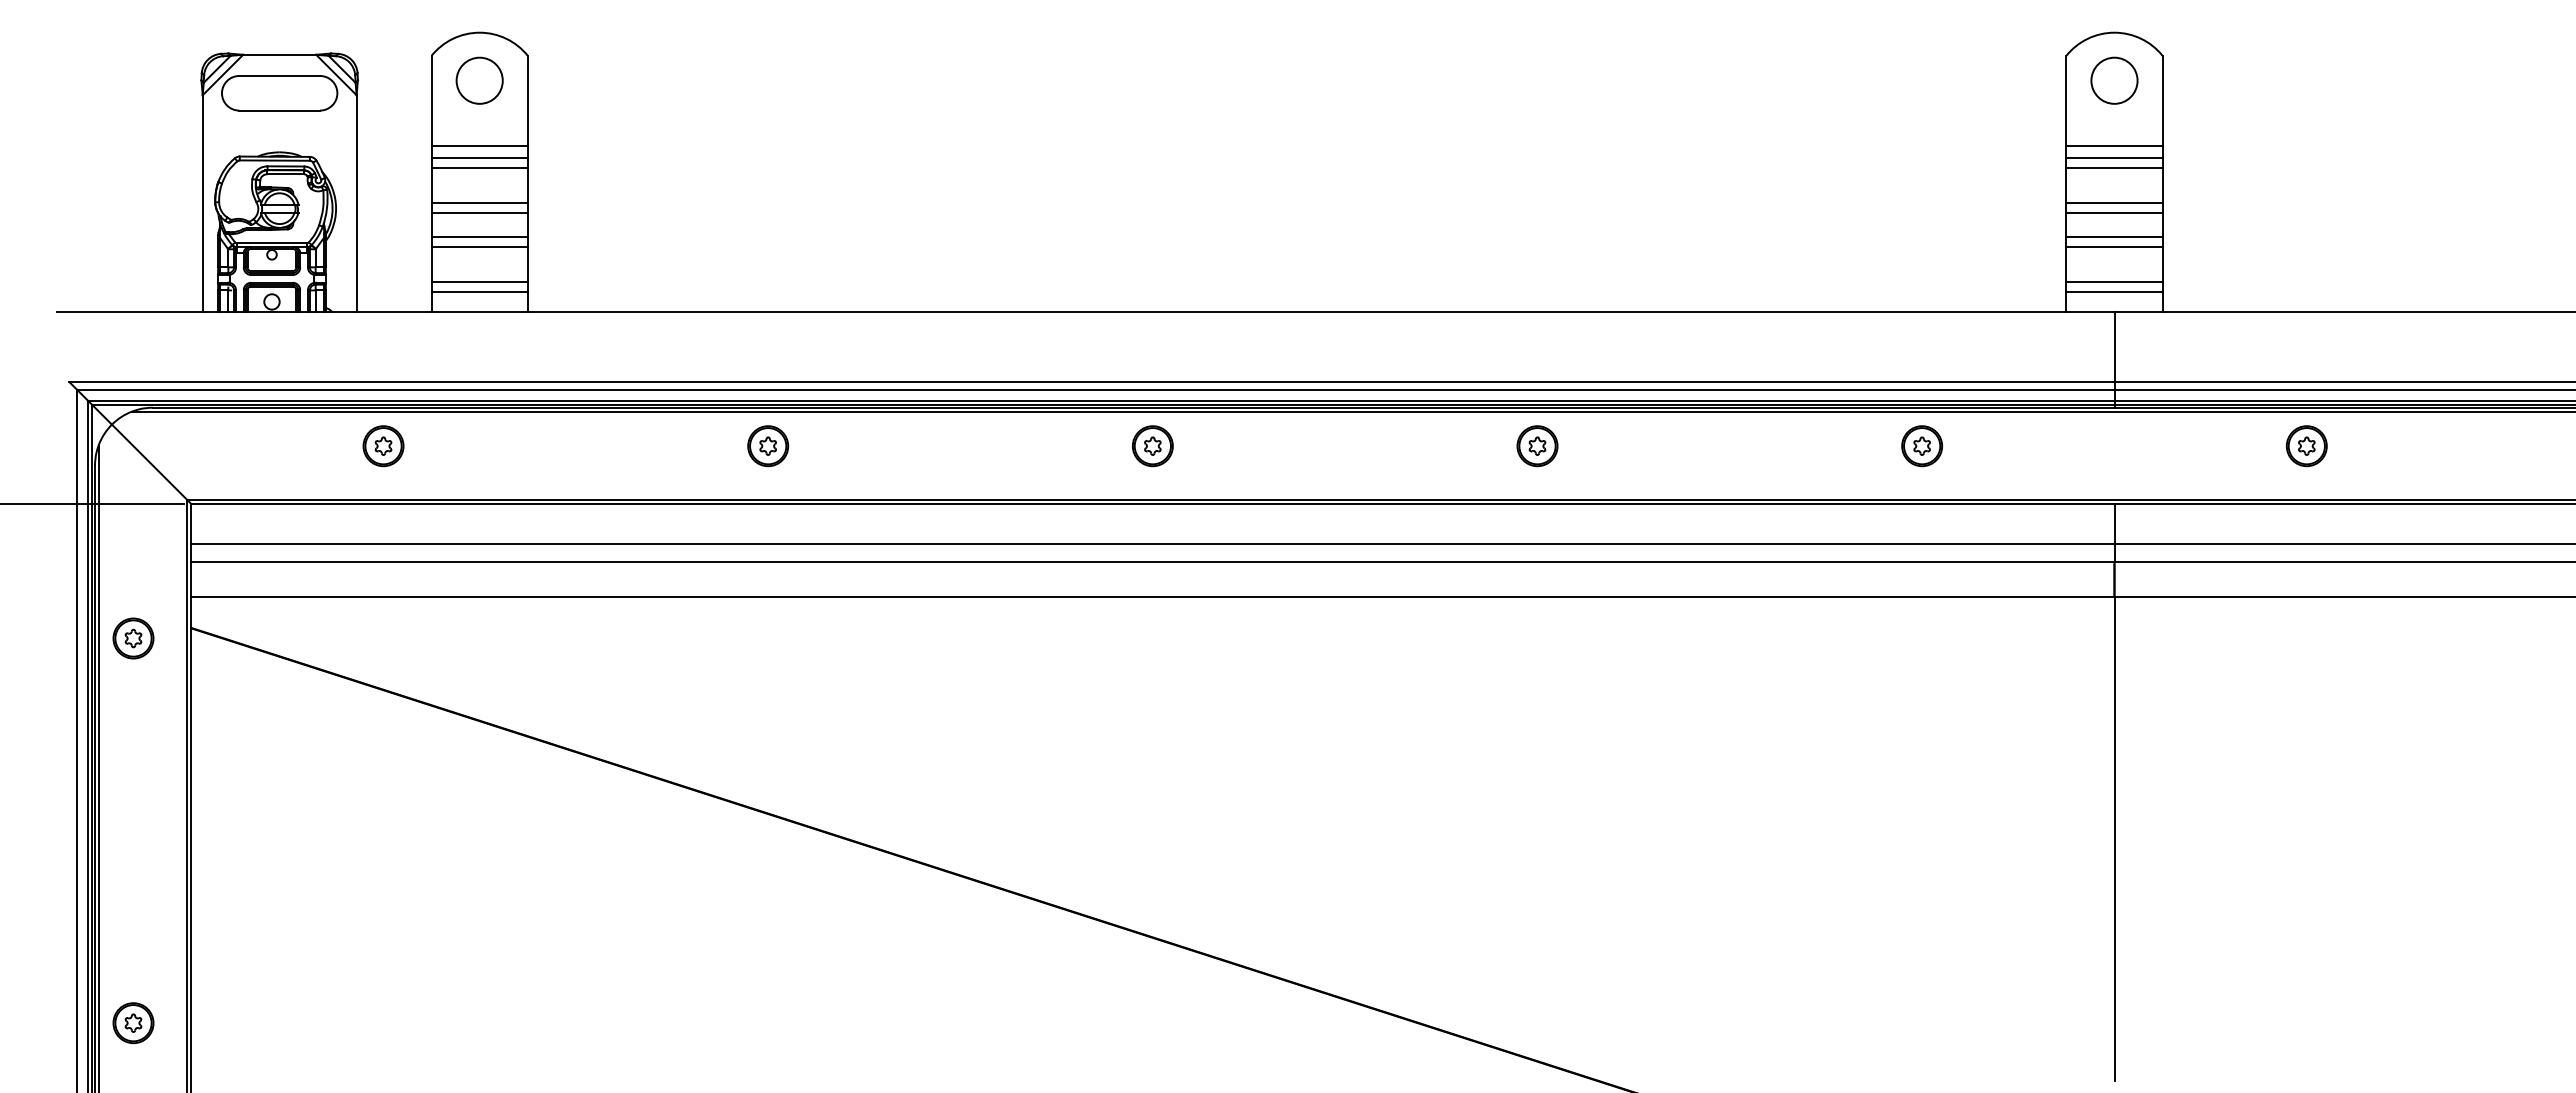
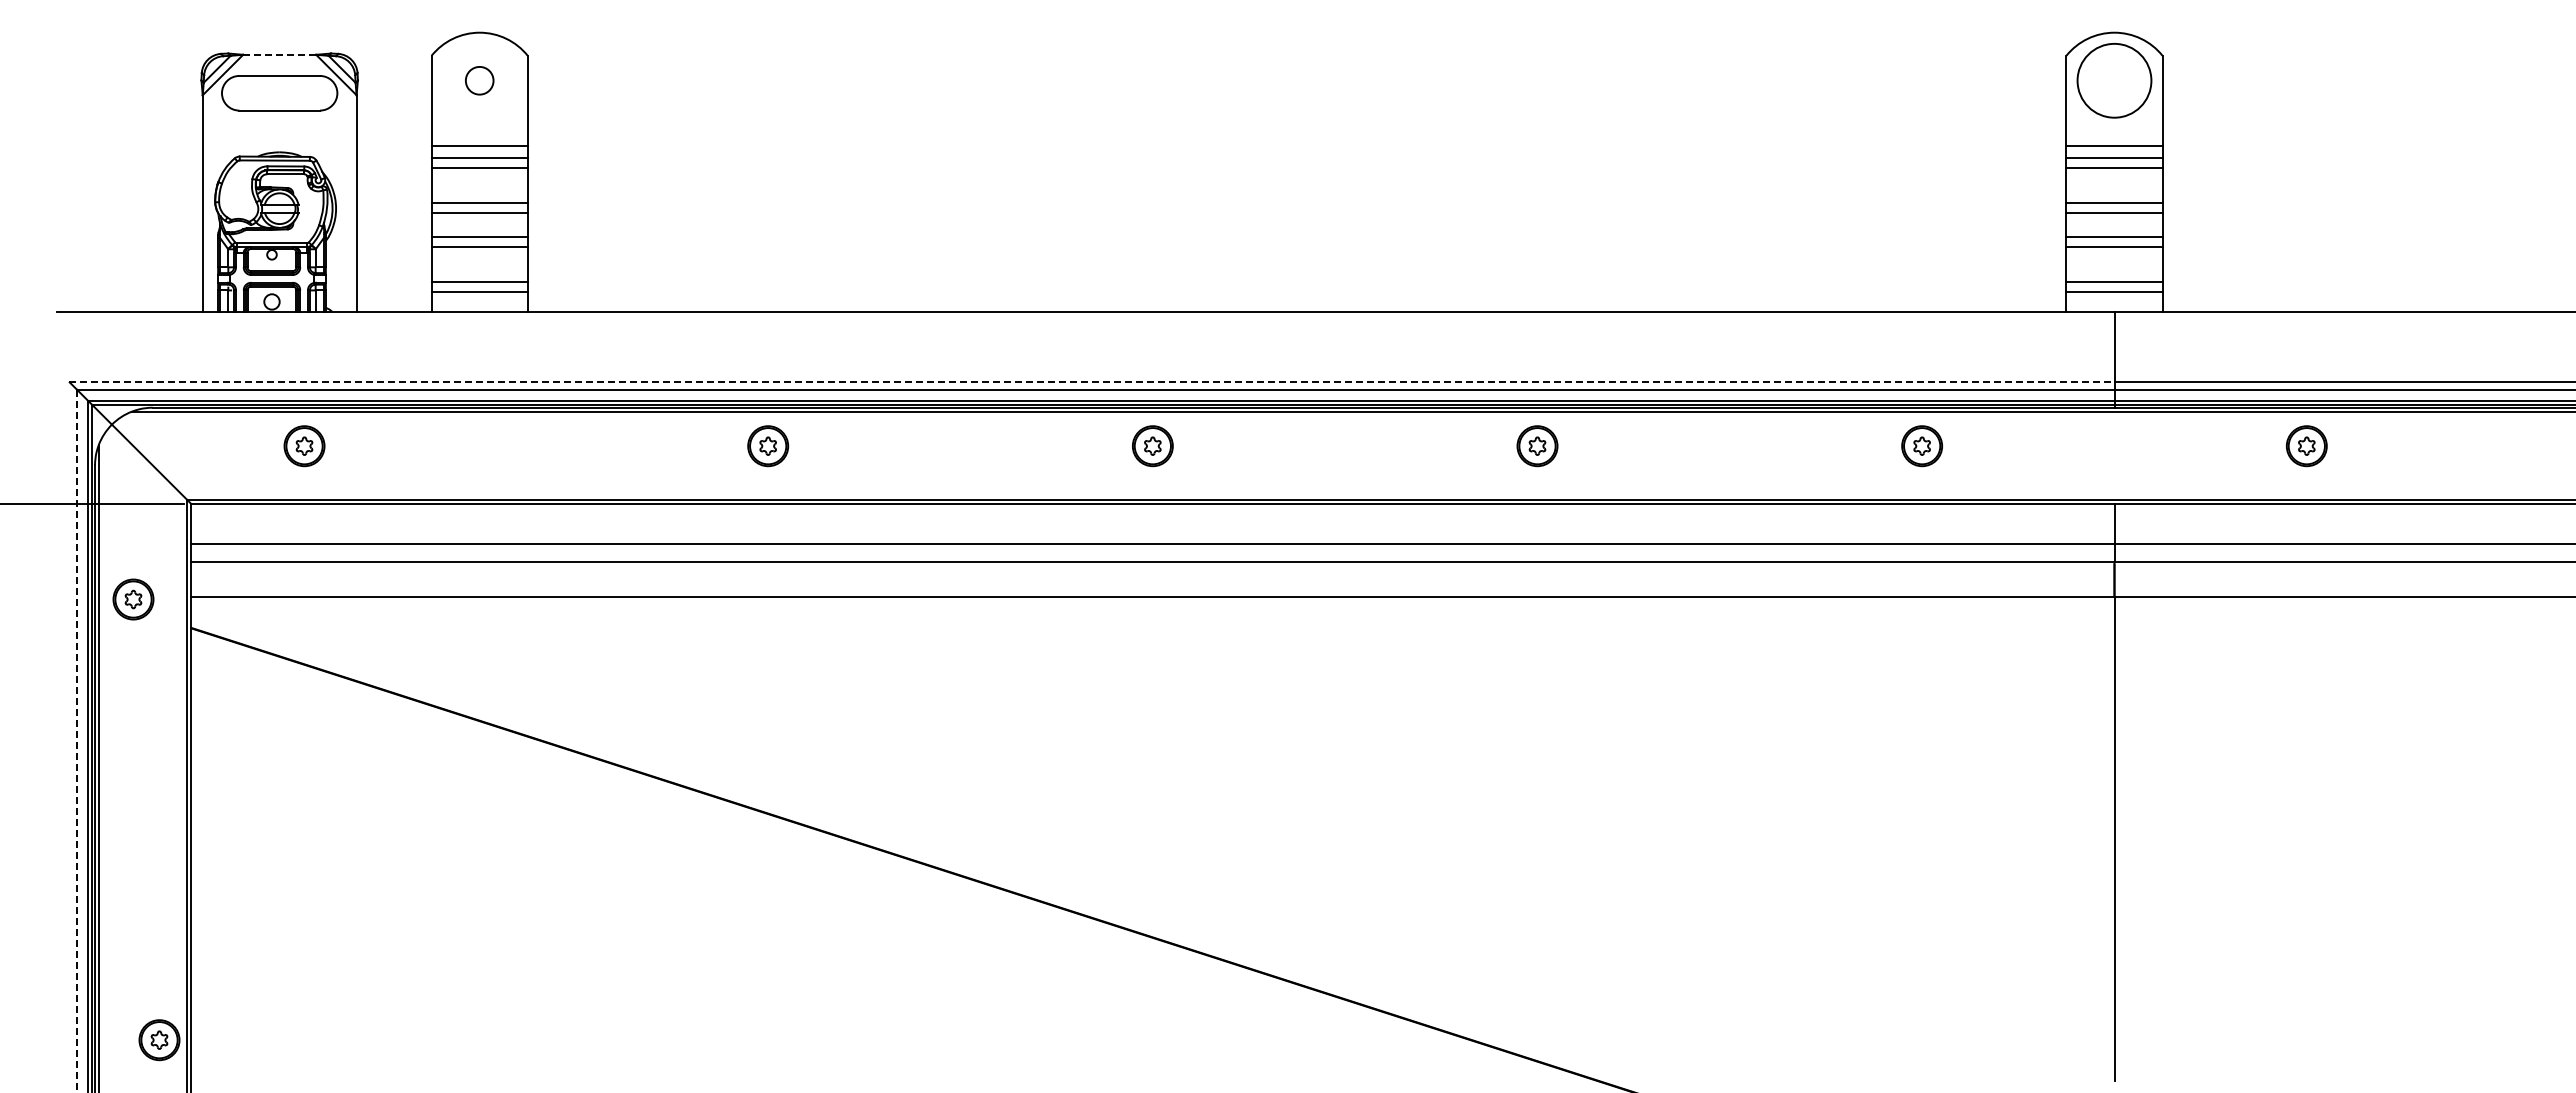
line at (280, 54): solid -> dashed
circle at (479, 80) diameter: 46 px -> 28 px
circle at (2114, 80) diameter: 46 px -> 74 px
line at (1091, 381): solid -> dashed
part at (383, 446) position: (383, 446) -> (304, 446)
part at (133, 638) position: (133, 638) -> (133, 599)
line at (77, 741): solid -> dashed
part at (133, 1023) position: (133, 1023) -> (159, 1040)
